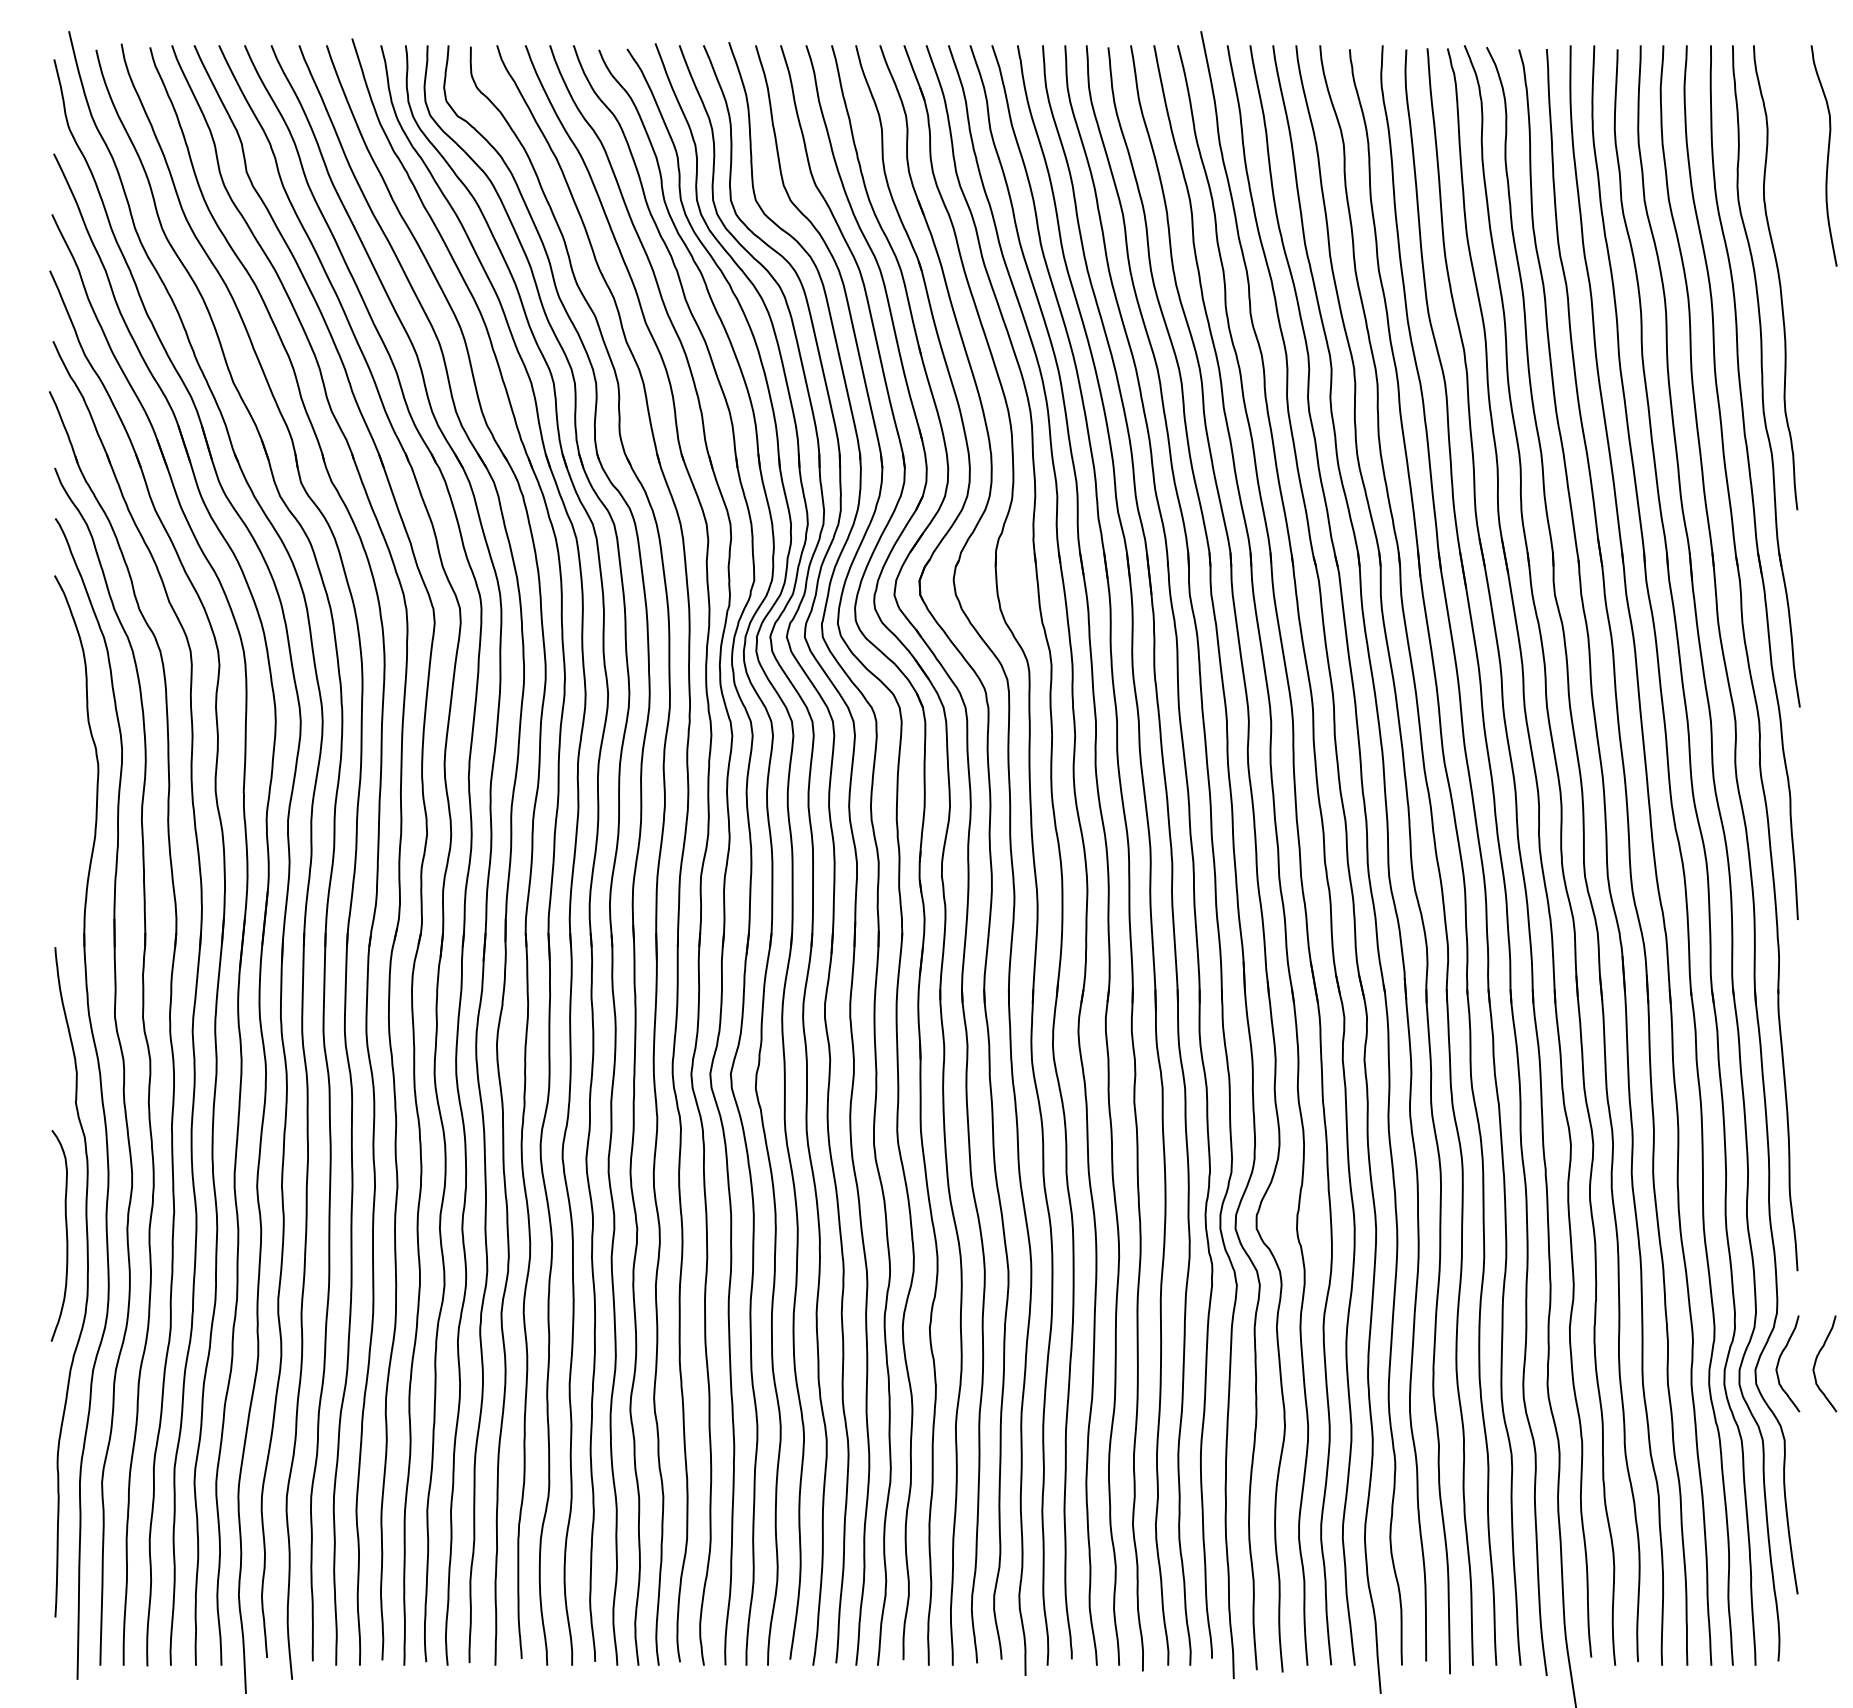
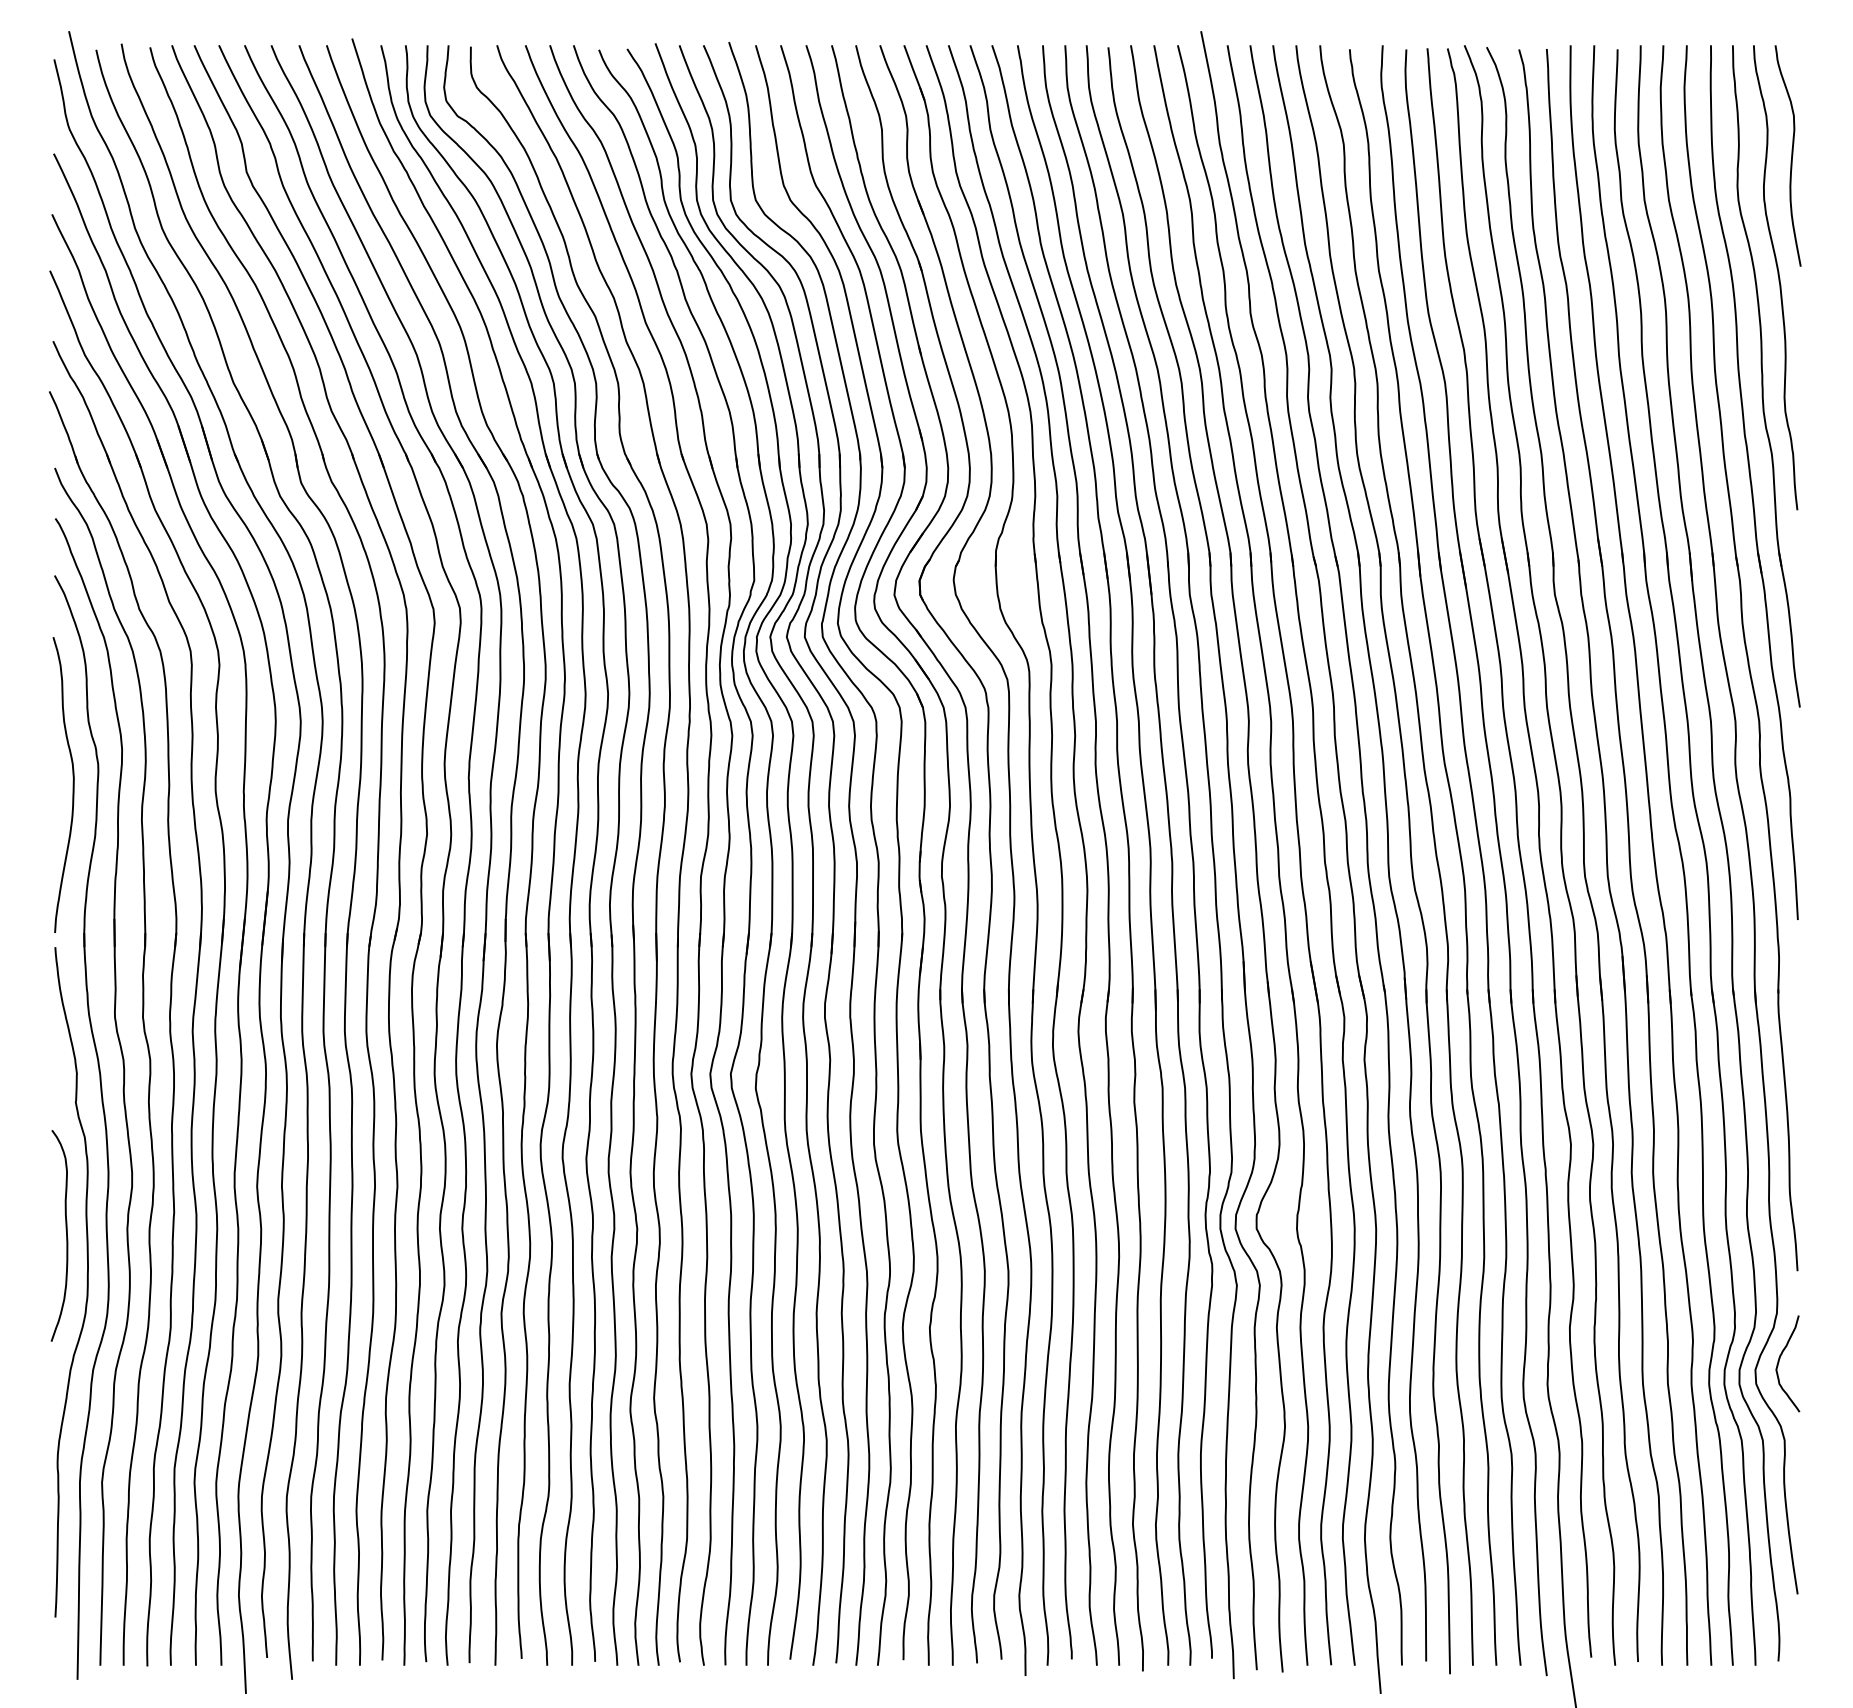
curve at (1827, 155) position: (1827, 155) -> (1791, 155)
curve at (72, 784): none -> present
curve at (1816, 1362): present -> none
